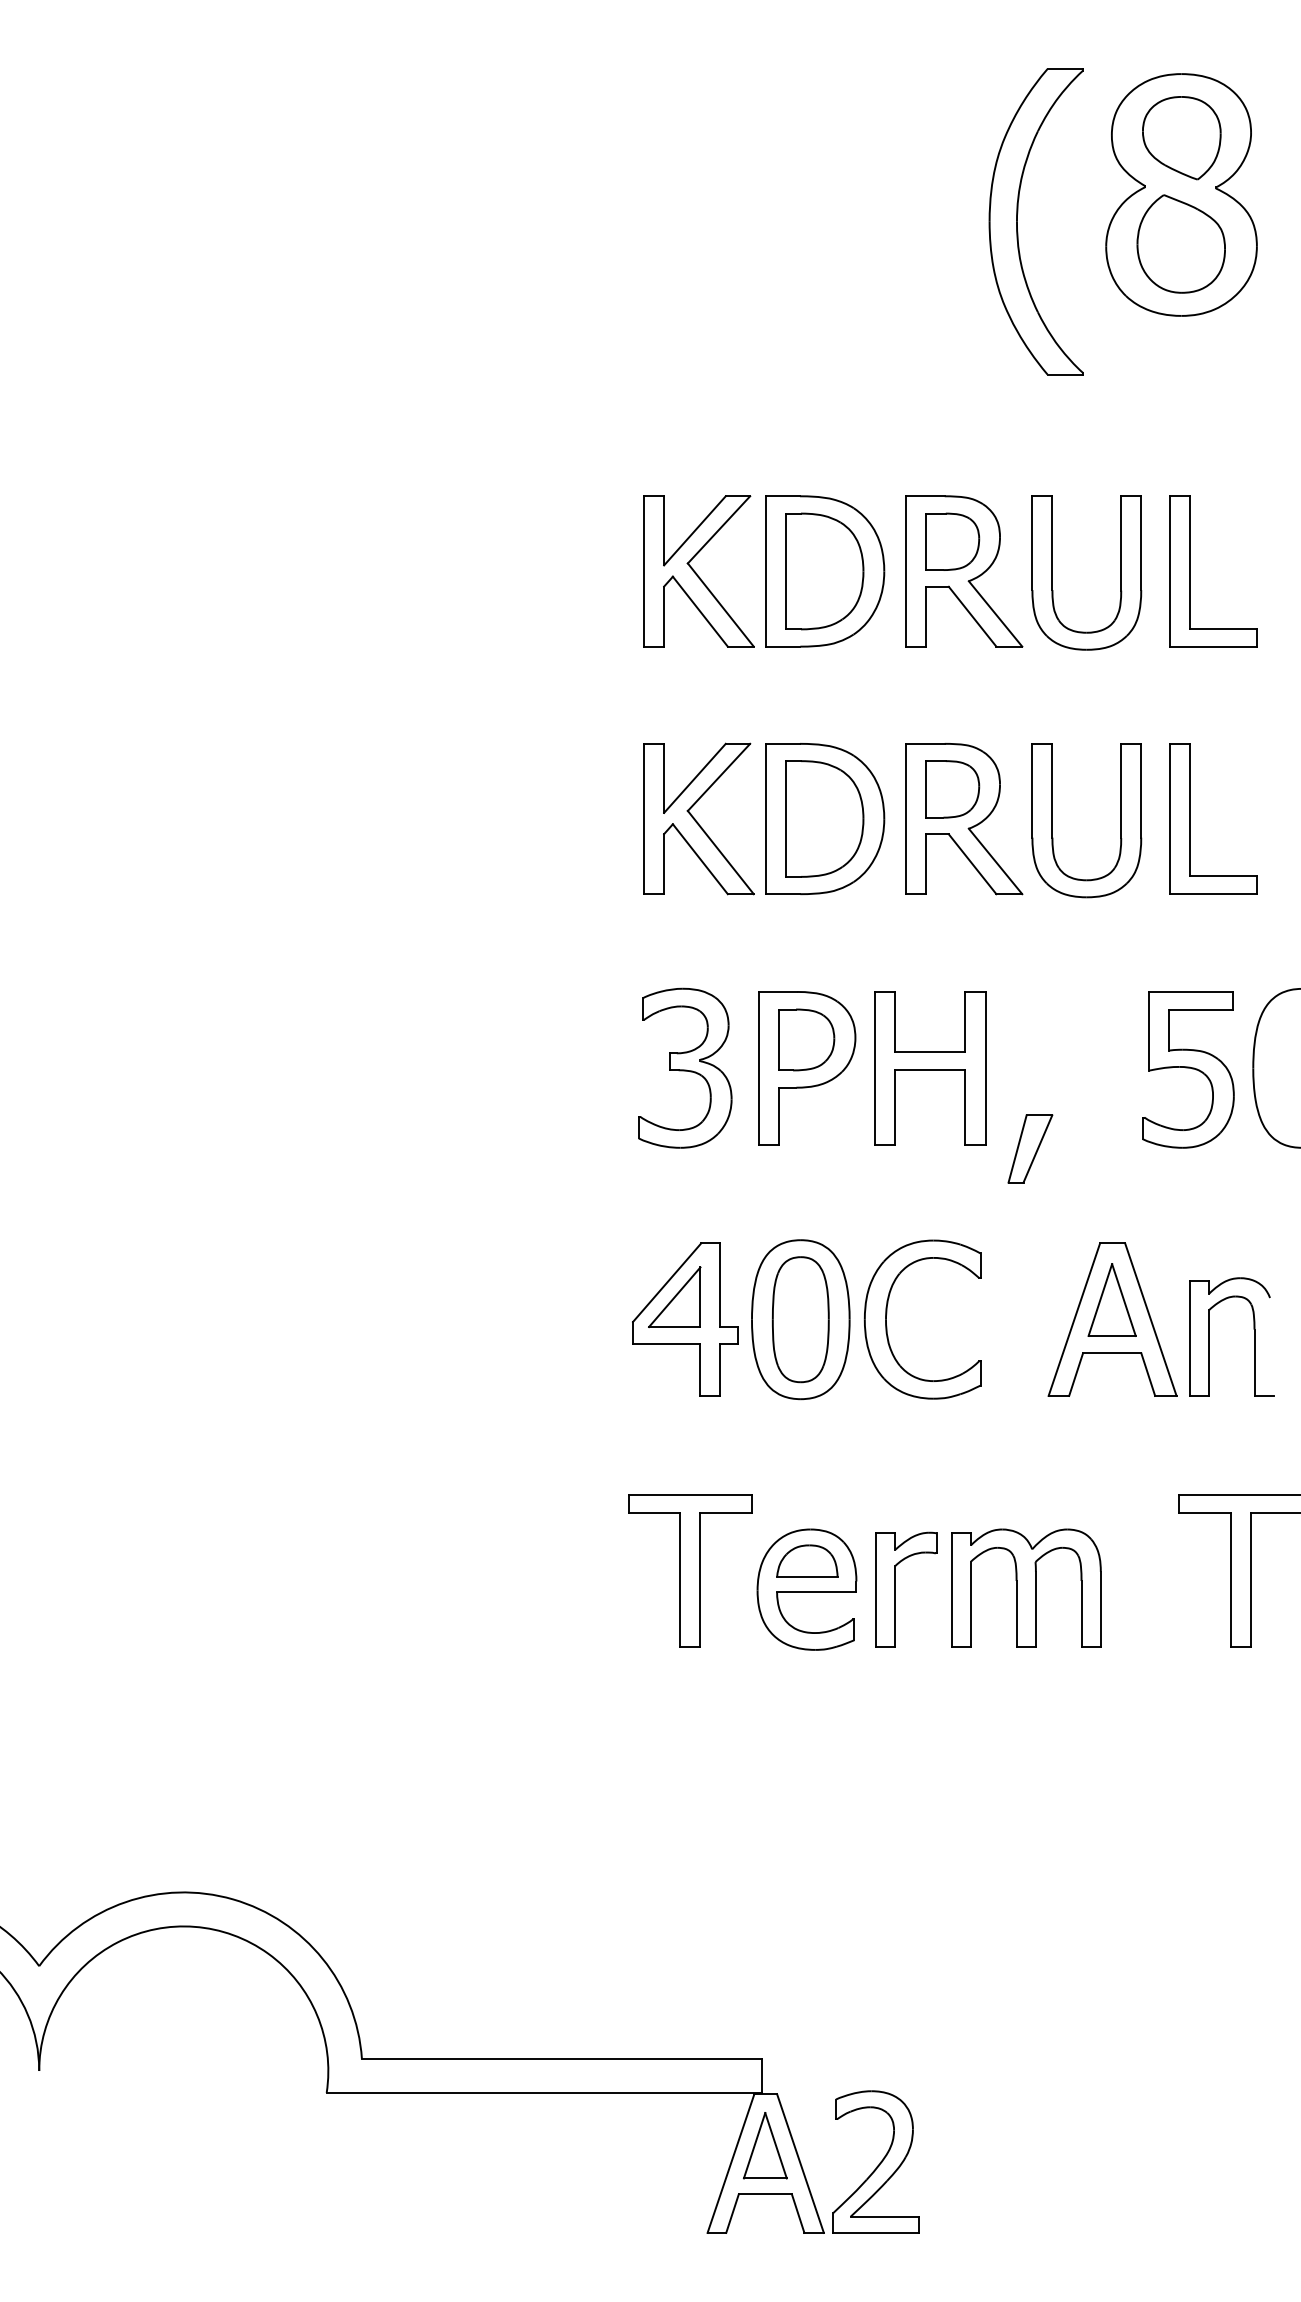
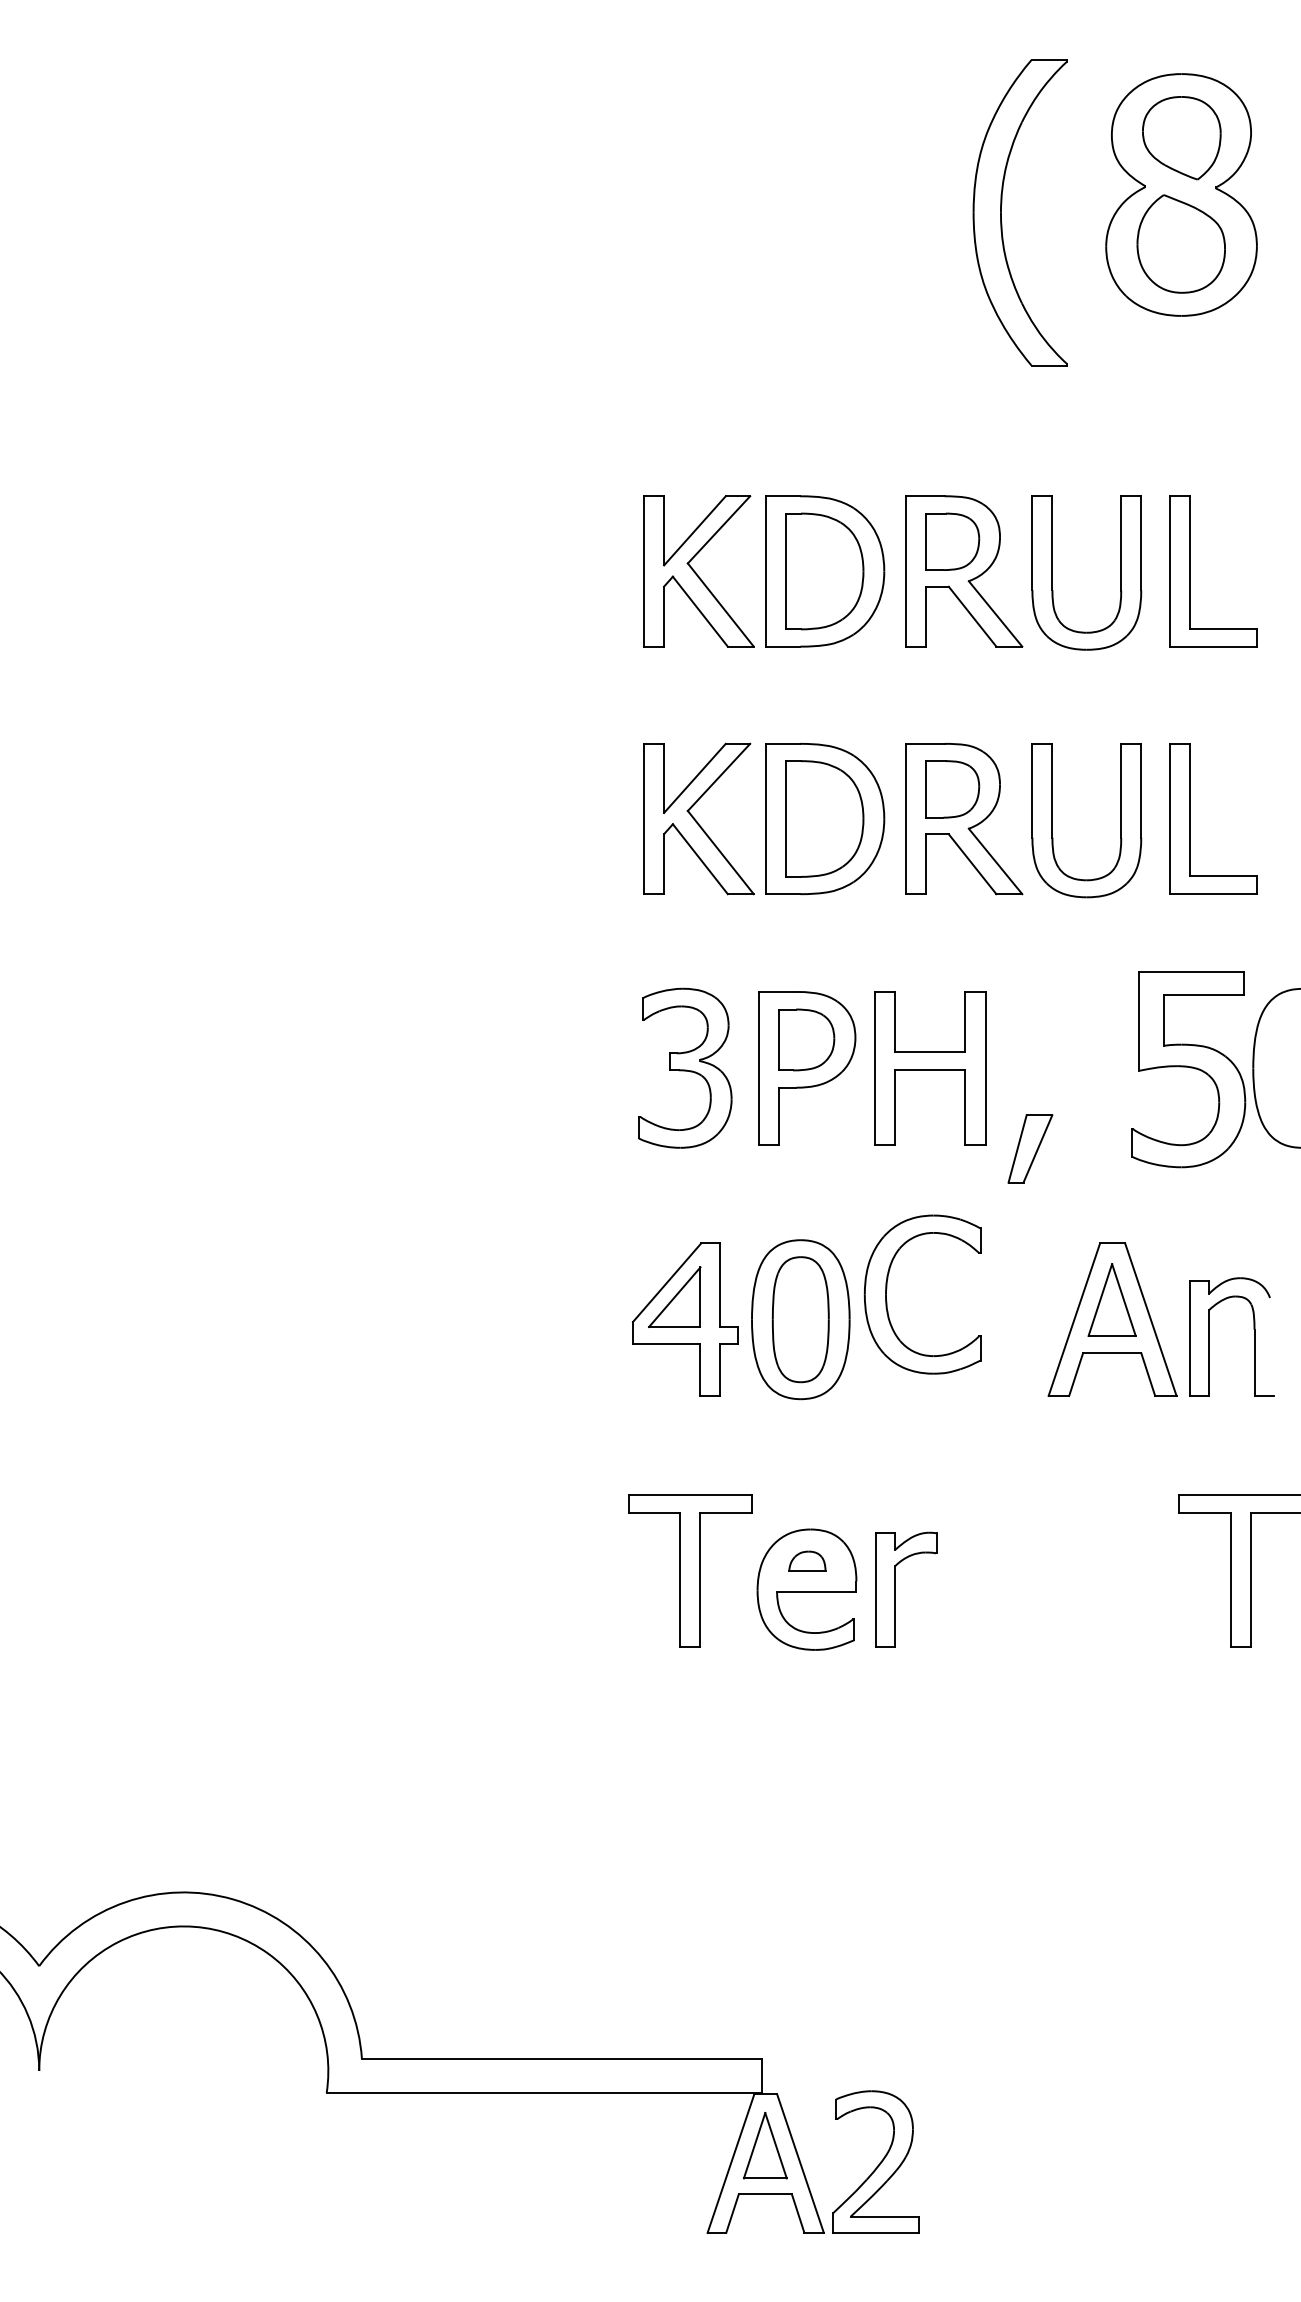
part at (1017, 221) position: (1017, 221) -> (1001, 212)
part at (1188, 1069) size: 93x158 px -> 116x198 px
part at (887, 1314) position: (887, 1314) -> (887, 1289)
part at (807, 1560) size: 63x34 px -> 39x22 px
part at (1026, 1587): present -> none
